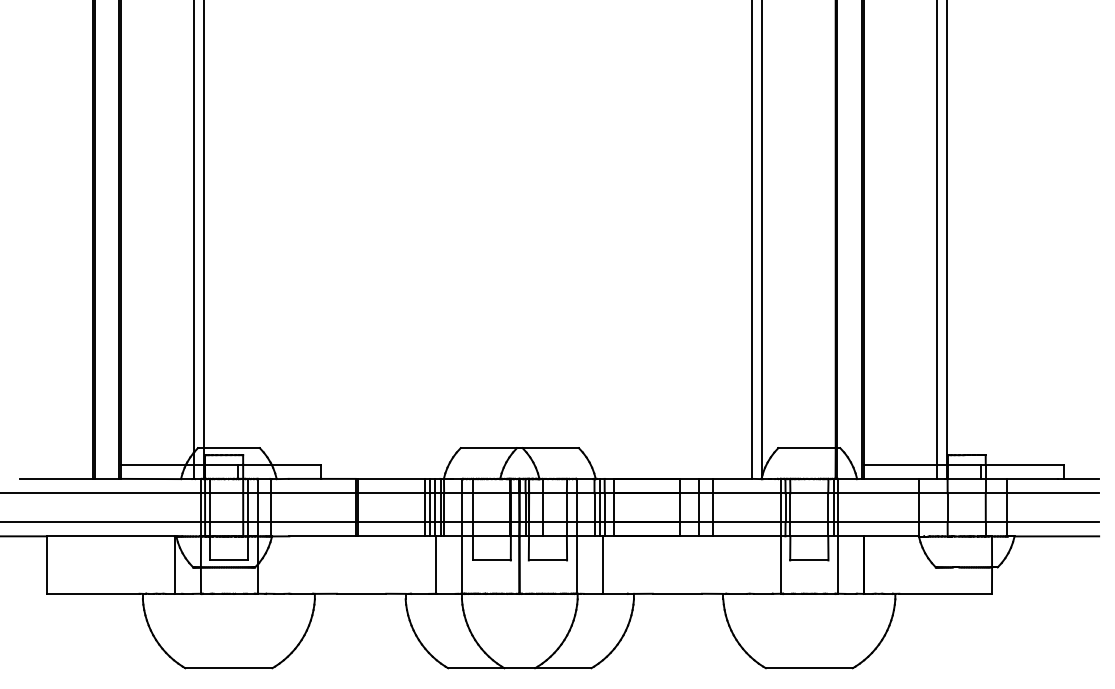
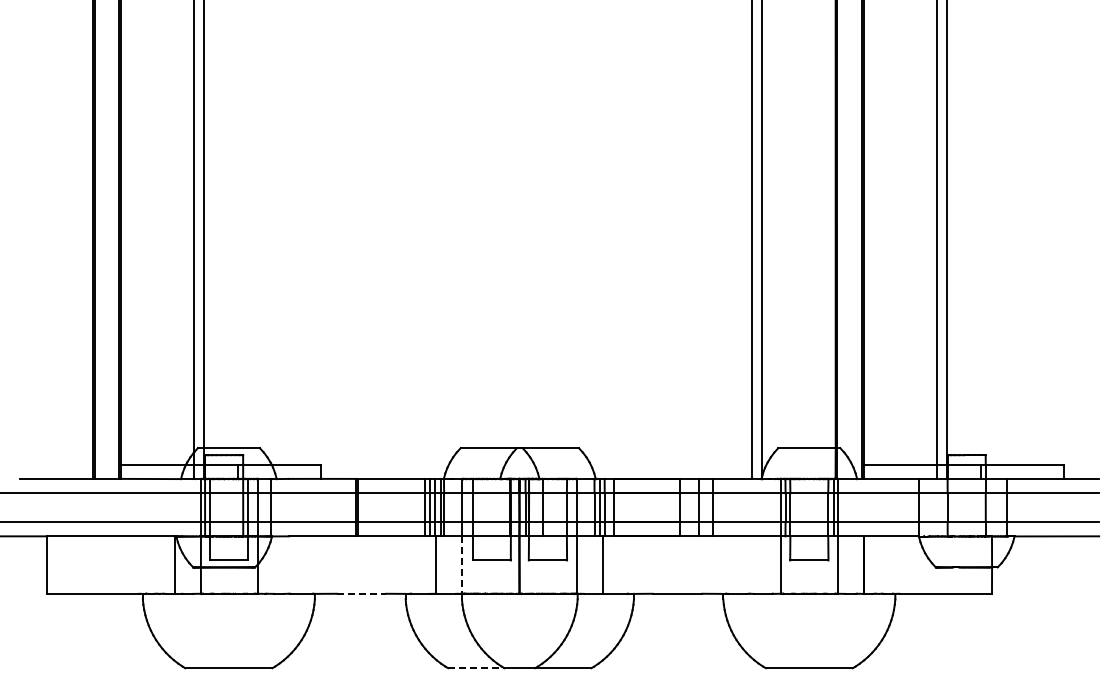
line at (462, 565): solid -> dashed
line at (361, 593): solid -> dashed
line at (476, 668): solid -> dashed
